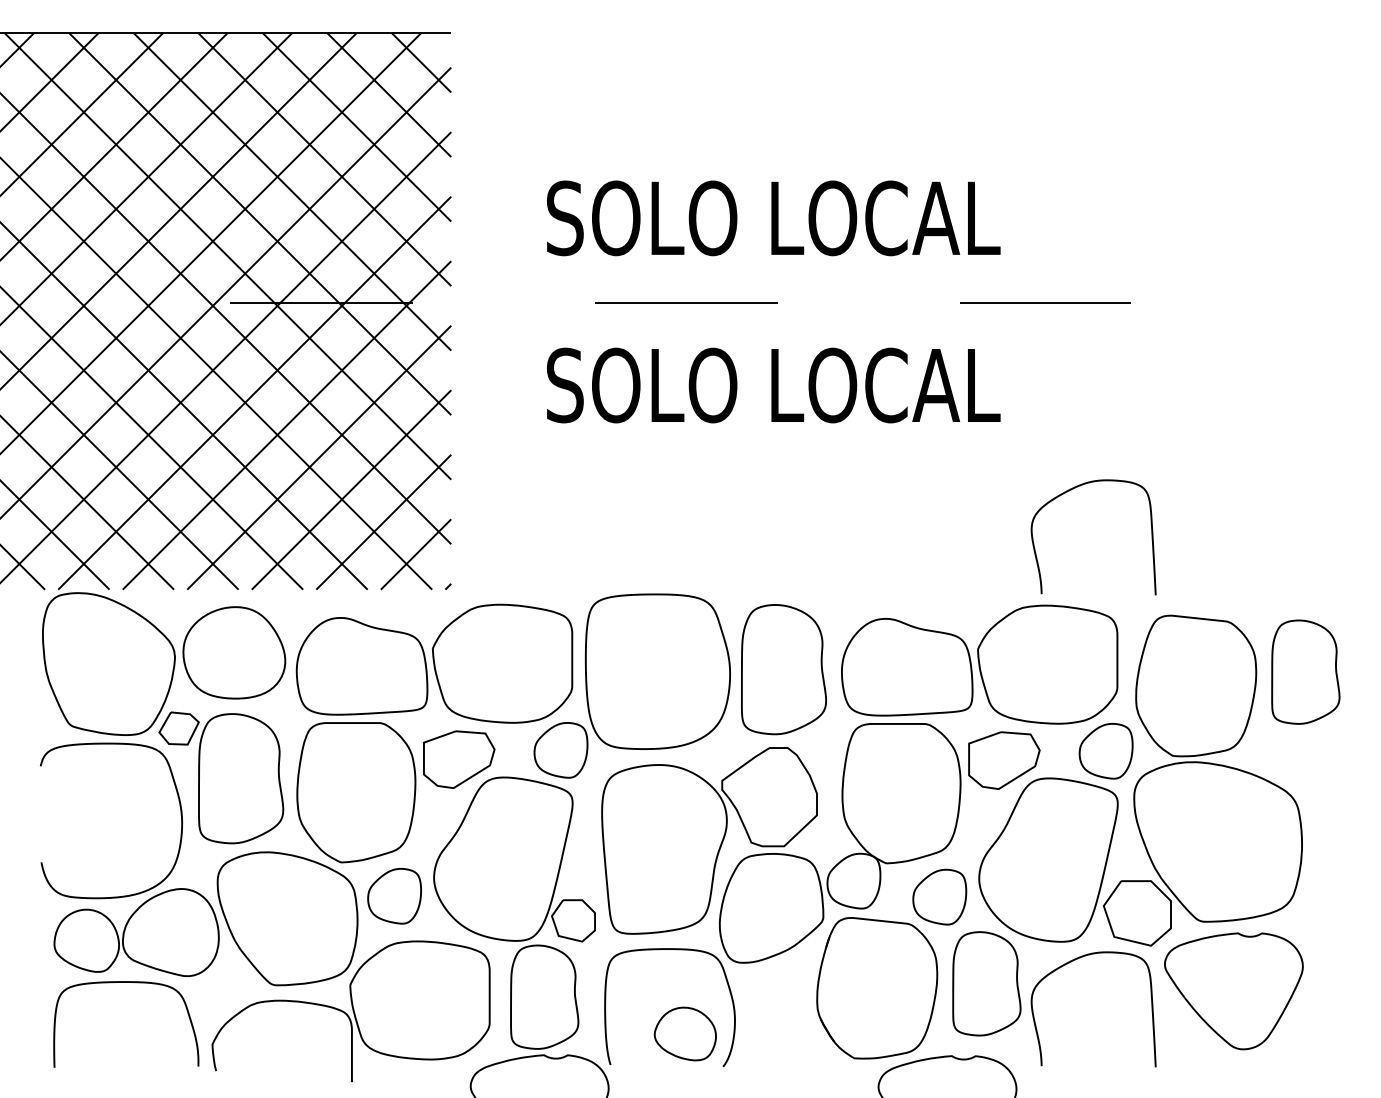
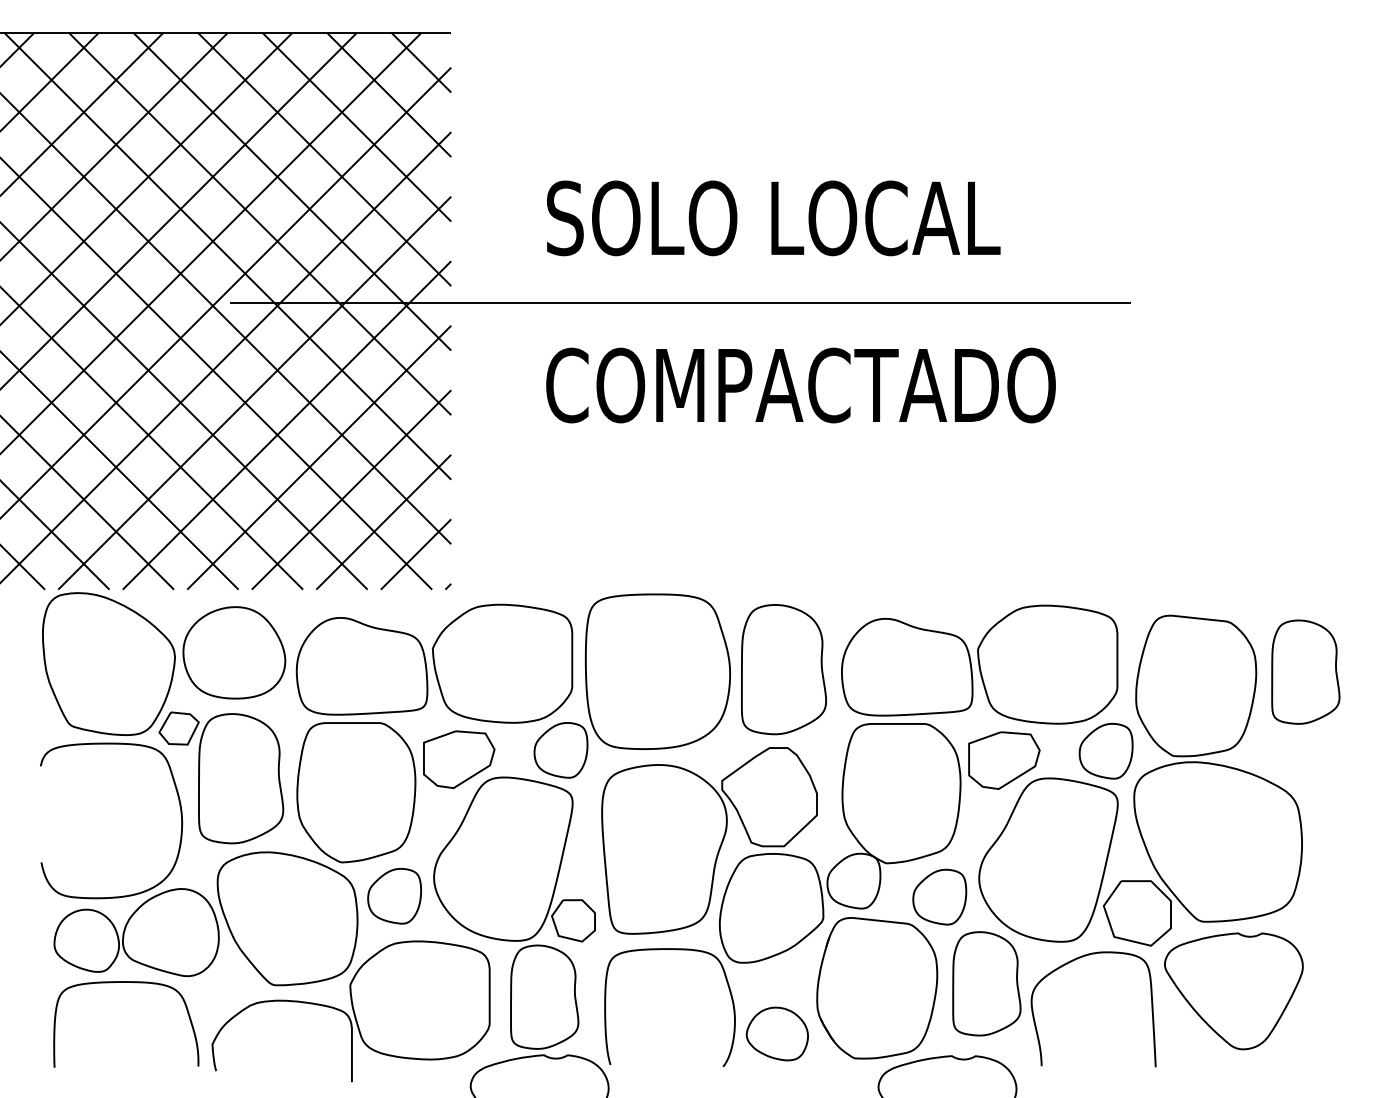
line at (680, 303): dashed -> solid
text at (800, 385): SOLO LOCAL -> COMPACTADO
curve at (1069, 491): present -> none
part at (684, 1033) position: (684, 1033) -> (776, 1033)
